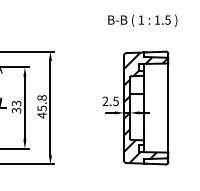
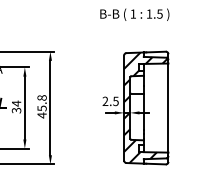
text at (142, 20) position: (142, 20) -> (134, 14)
text at (16, 103): 33 -> 34
